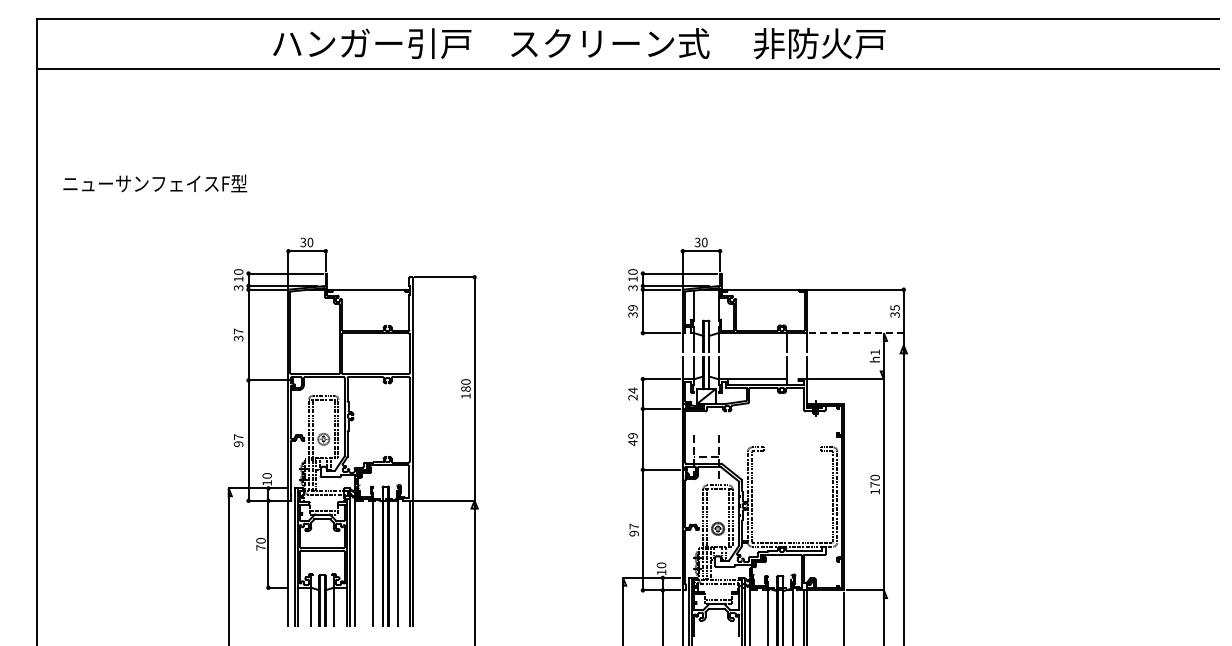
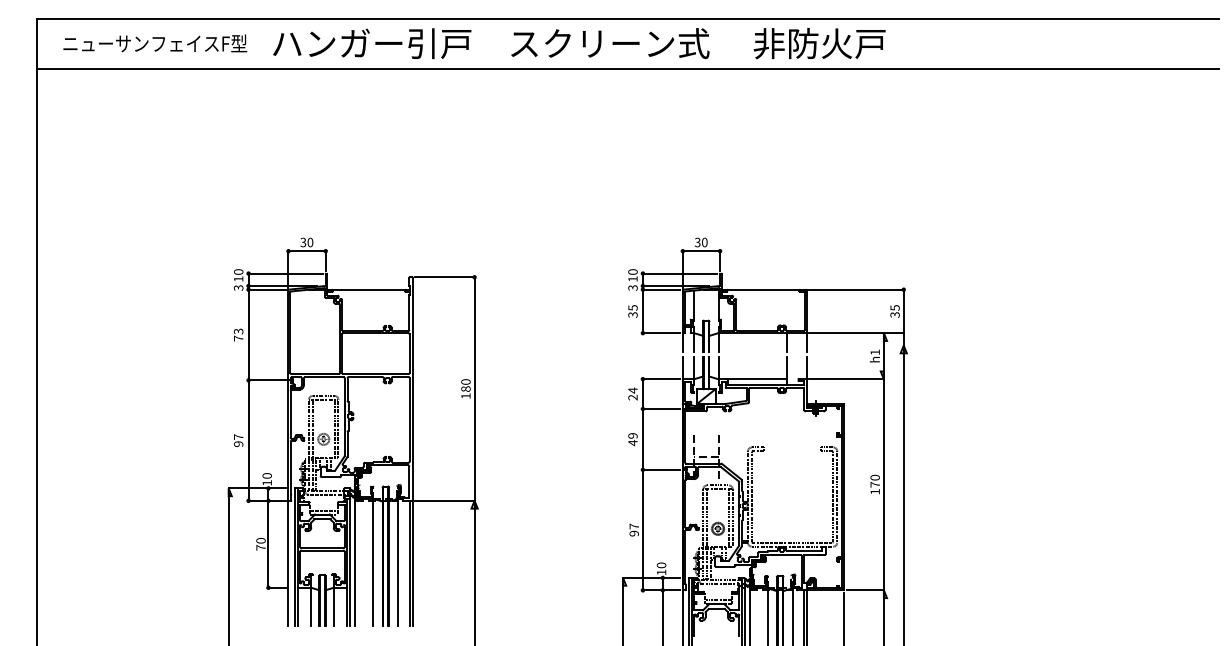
text at (155, 183) position: (155, 183) -> (155, 43)
text at (632, 307): 39 -> 35
line at (857, 333): dashed -> solid
text at (238, 334): 37 -> 73
